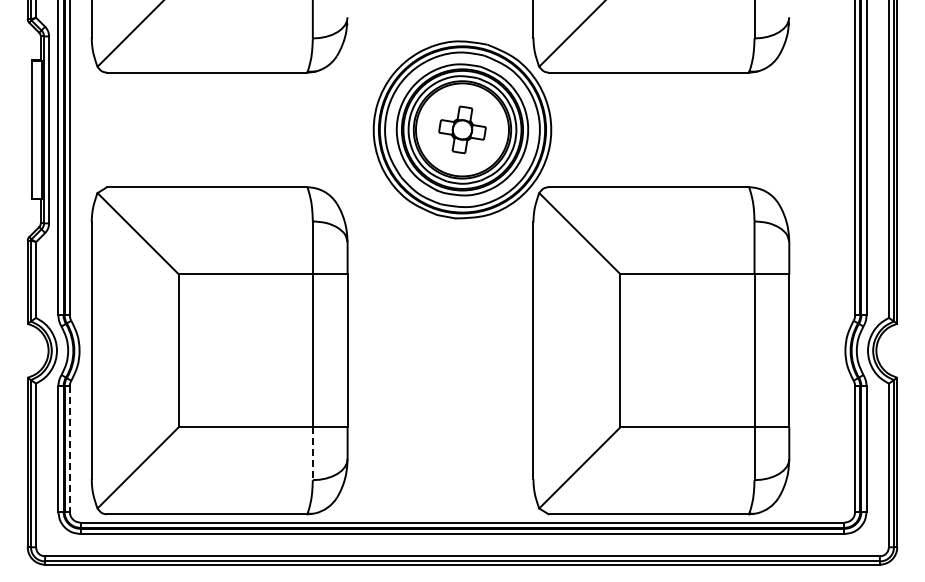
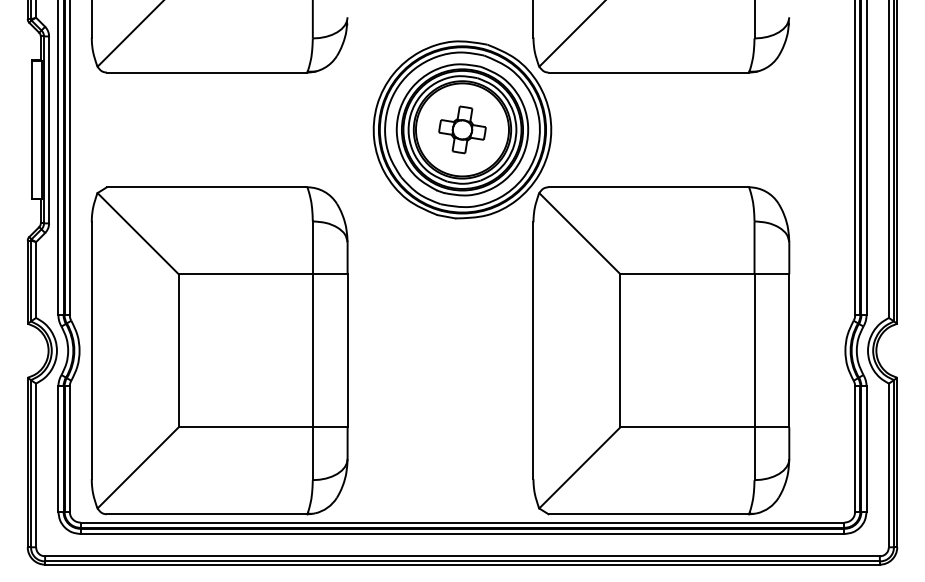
line at (69, 449): dashed -> solid
line at (312, 454): dashed -> solid
